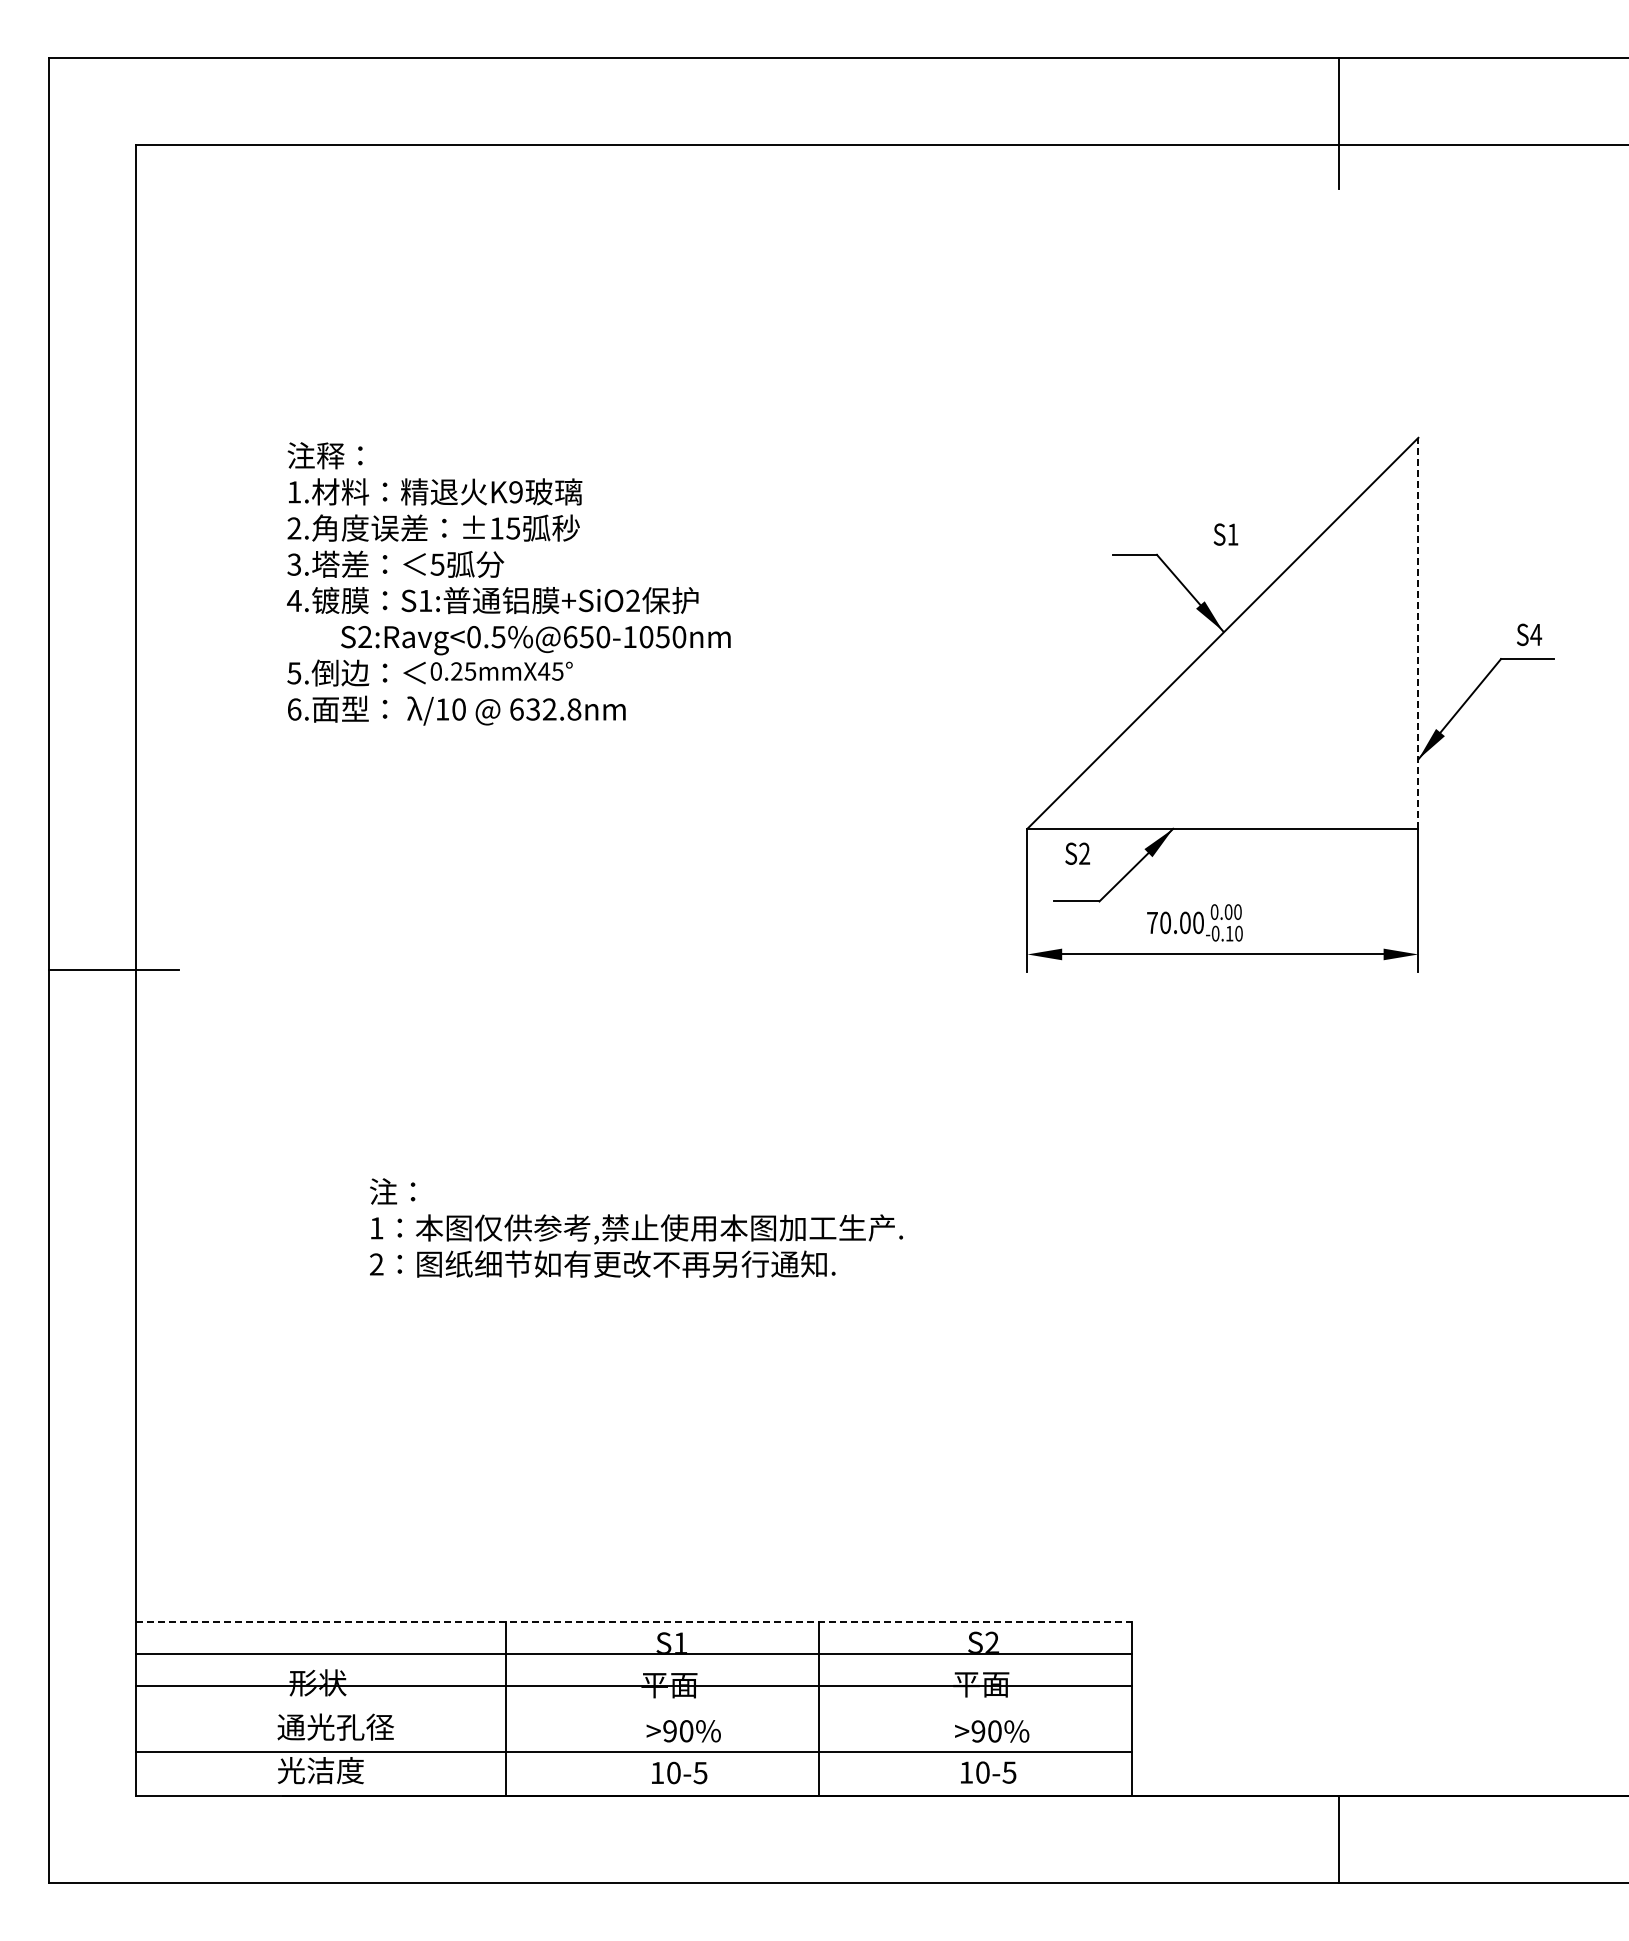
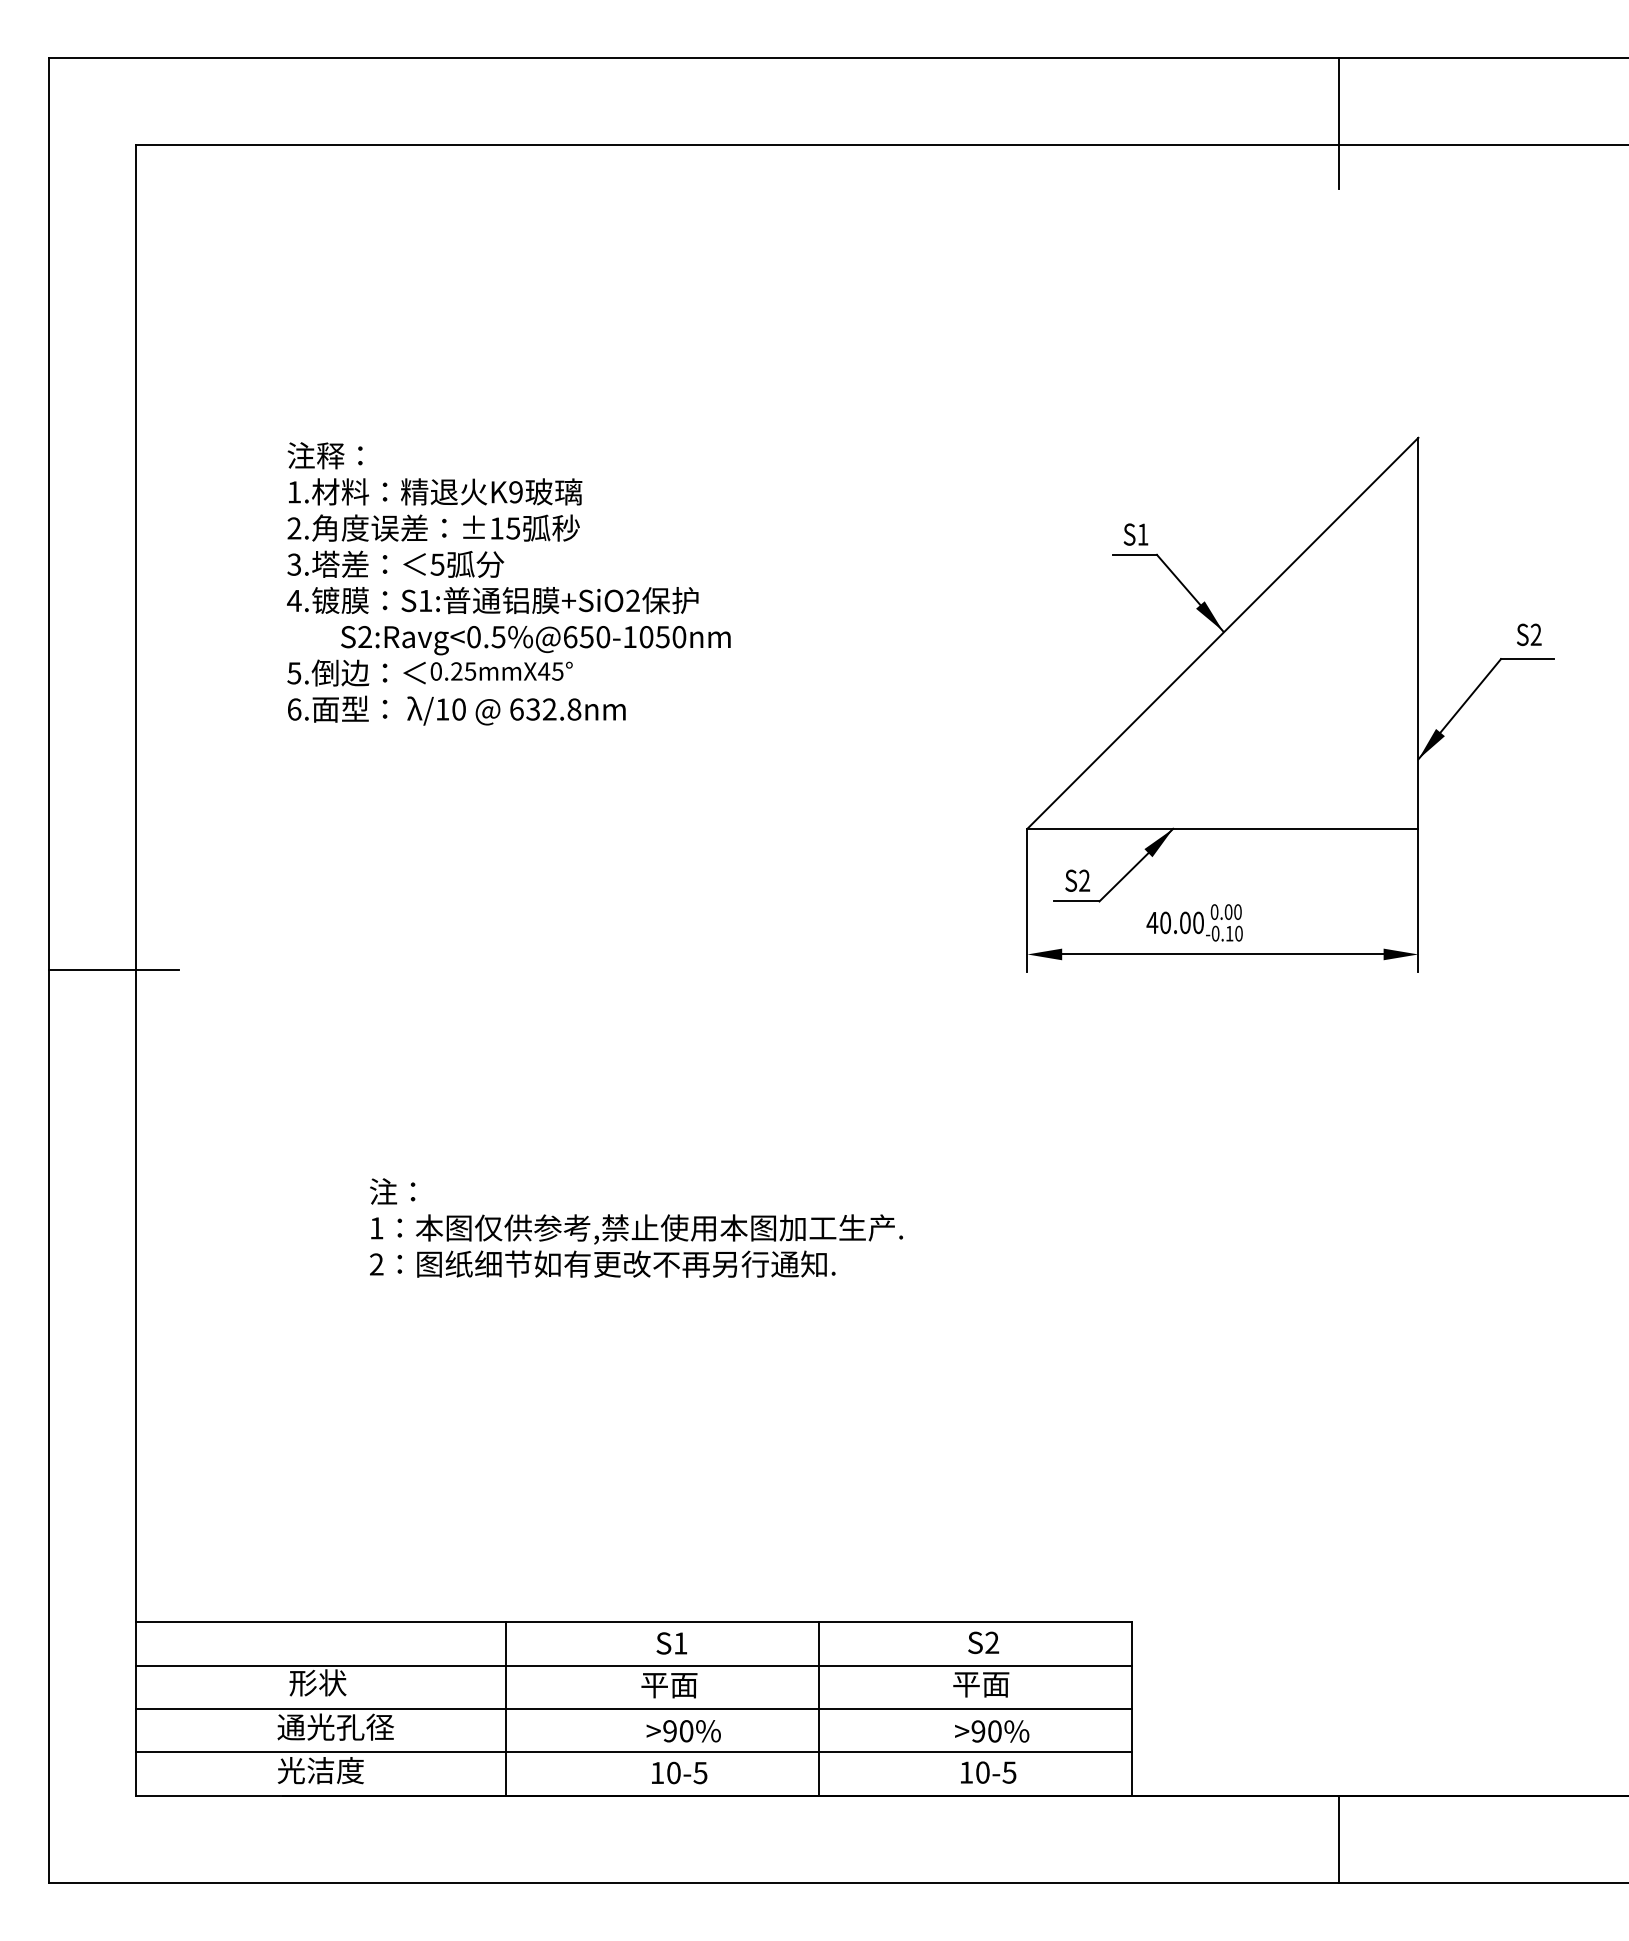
text at (1225, 534) position: (1225, 534) -> (1135, 534)
line at (1418, 632): dashed -> solid
text at (1536, 634): S4 -> S2
text at (1077, 853) position: (1077, 853) -> (1077, 880)
text at (1152, 922): 70.00 -> 40.00
line at (634, 1622): dashed -> solid
line at (633, 1653) position: (633, 1653) -> (633, 1665)
line at (633, 1686) position: (633, 1686) -> (633, 1709)
